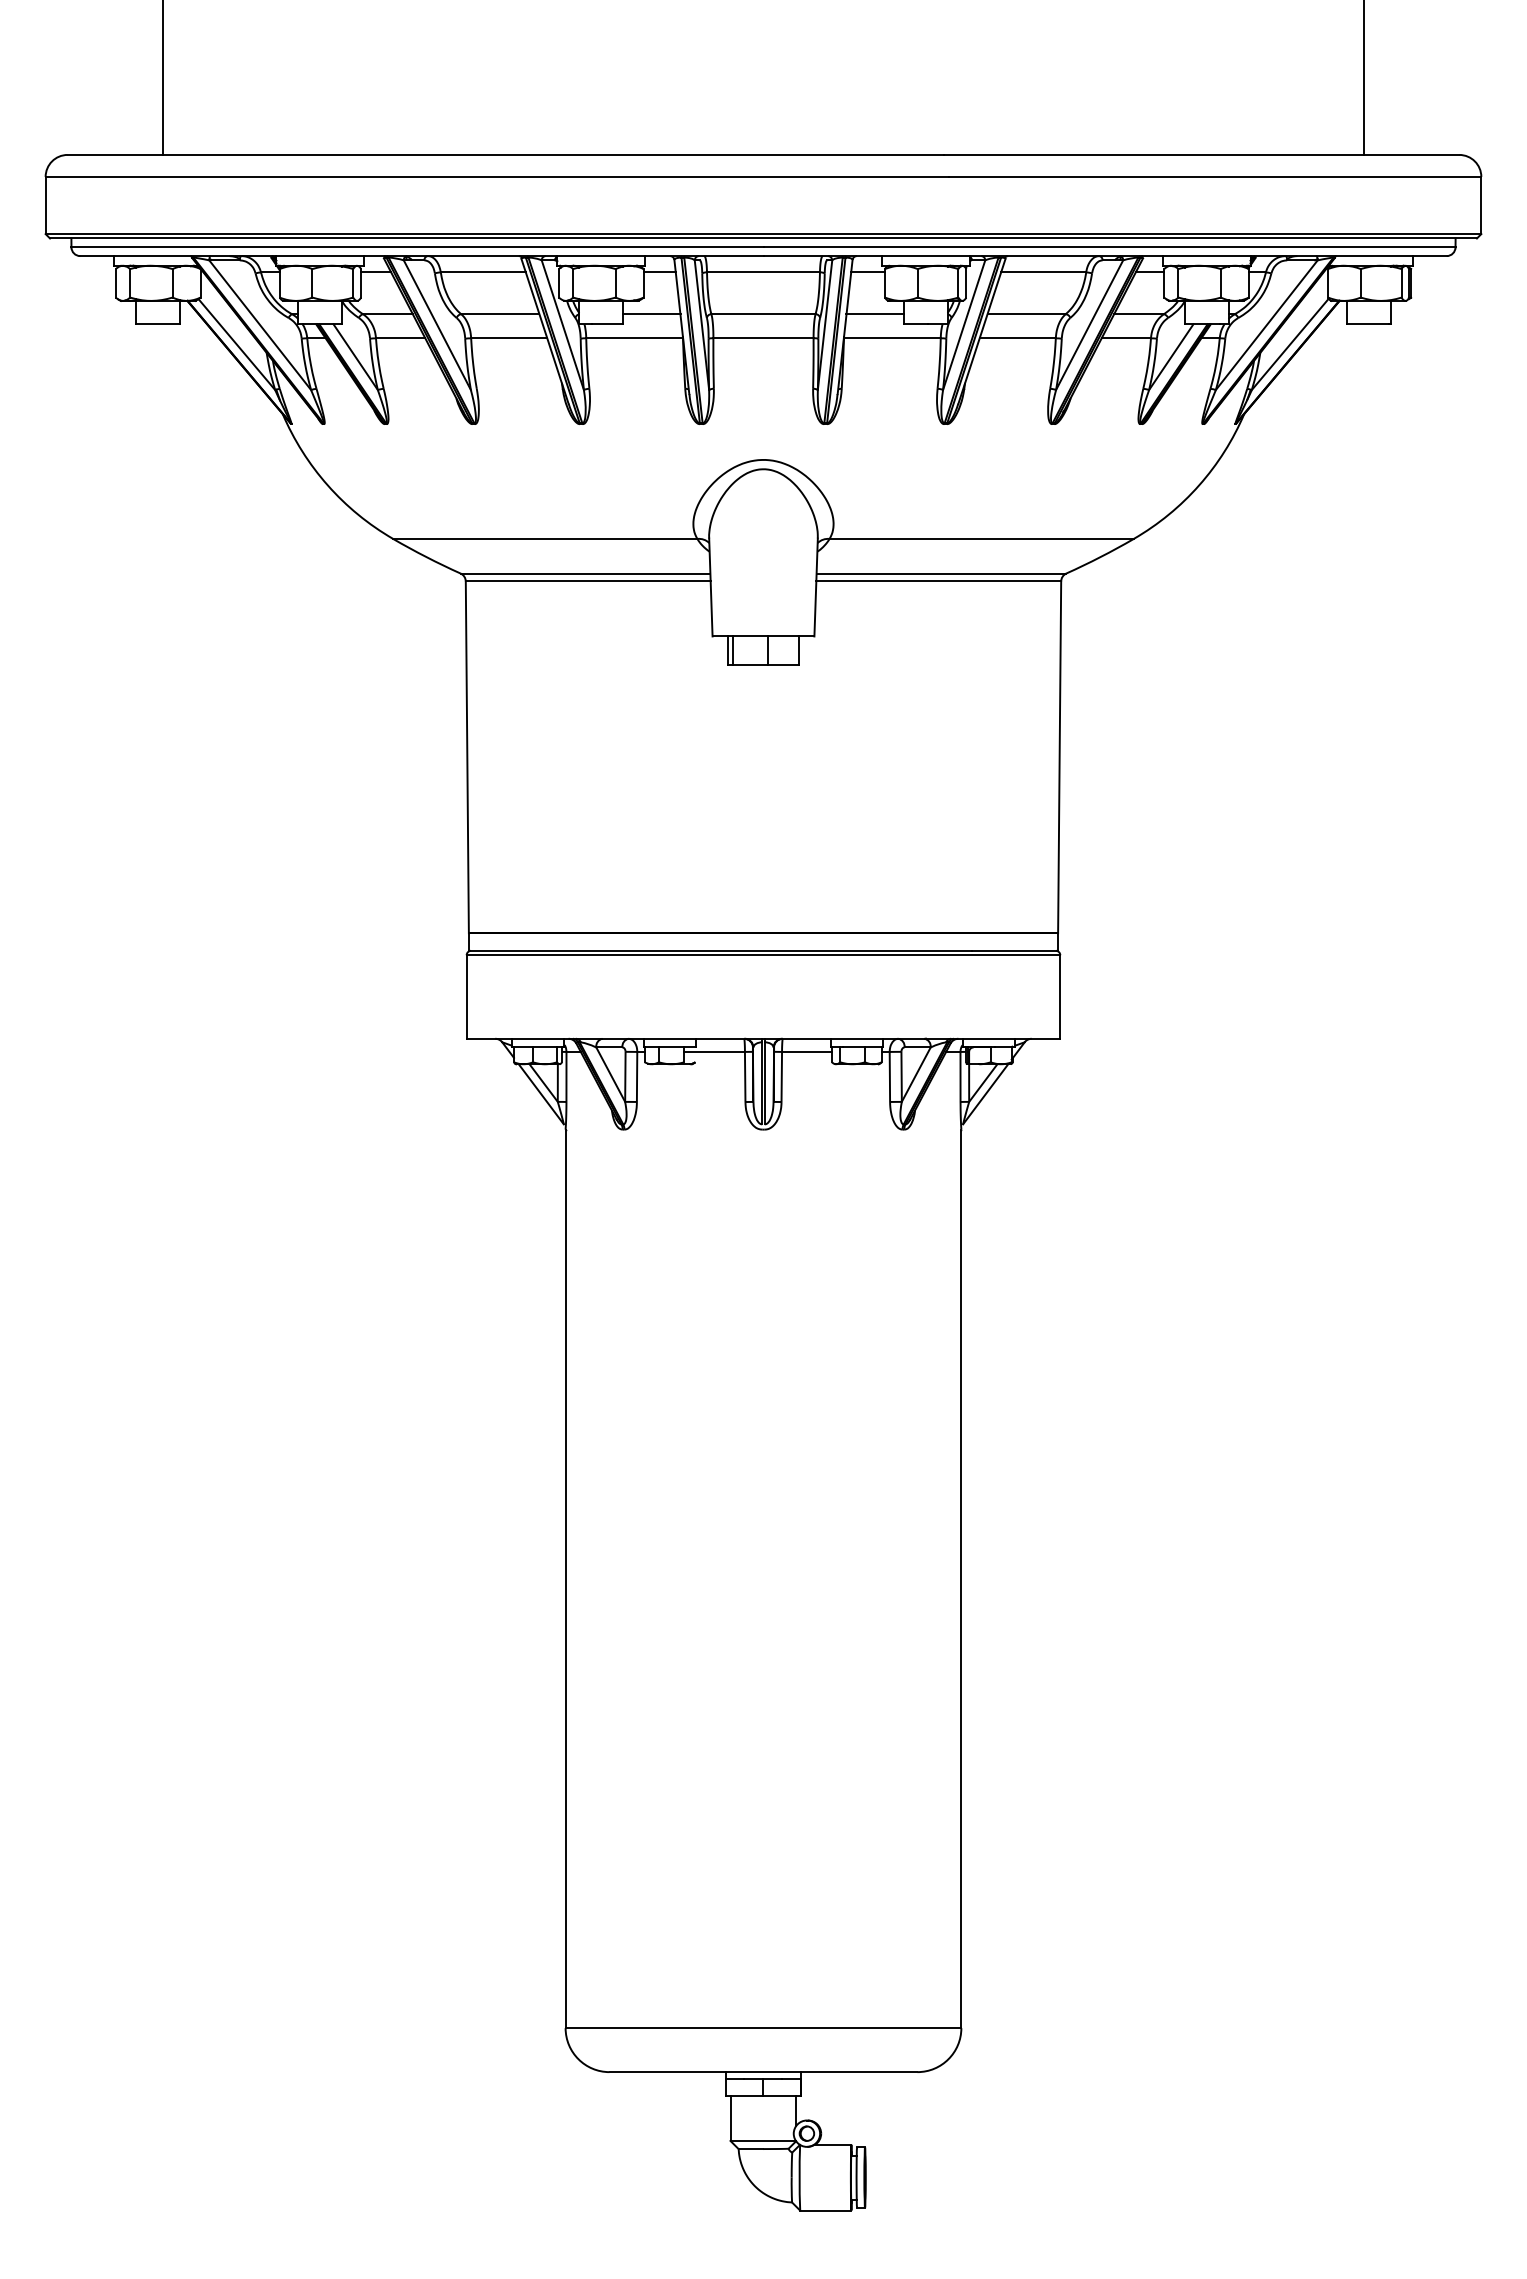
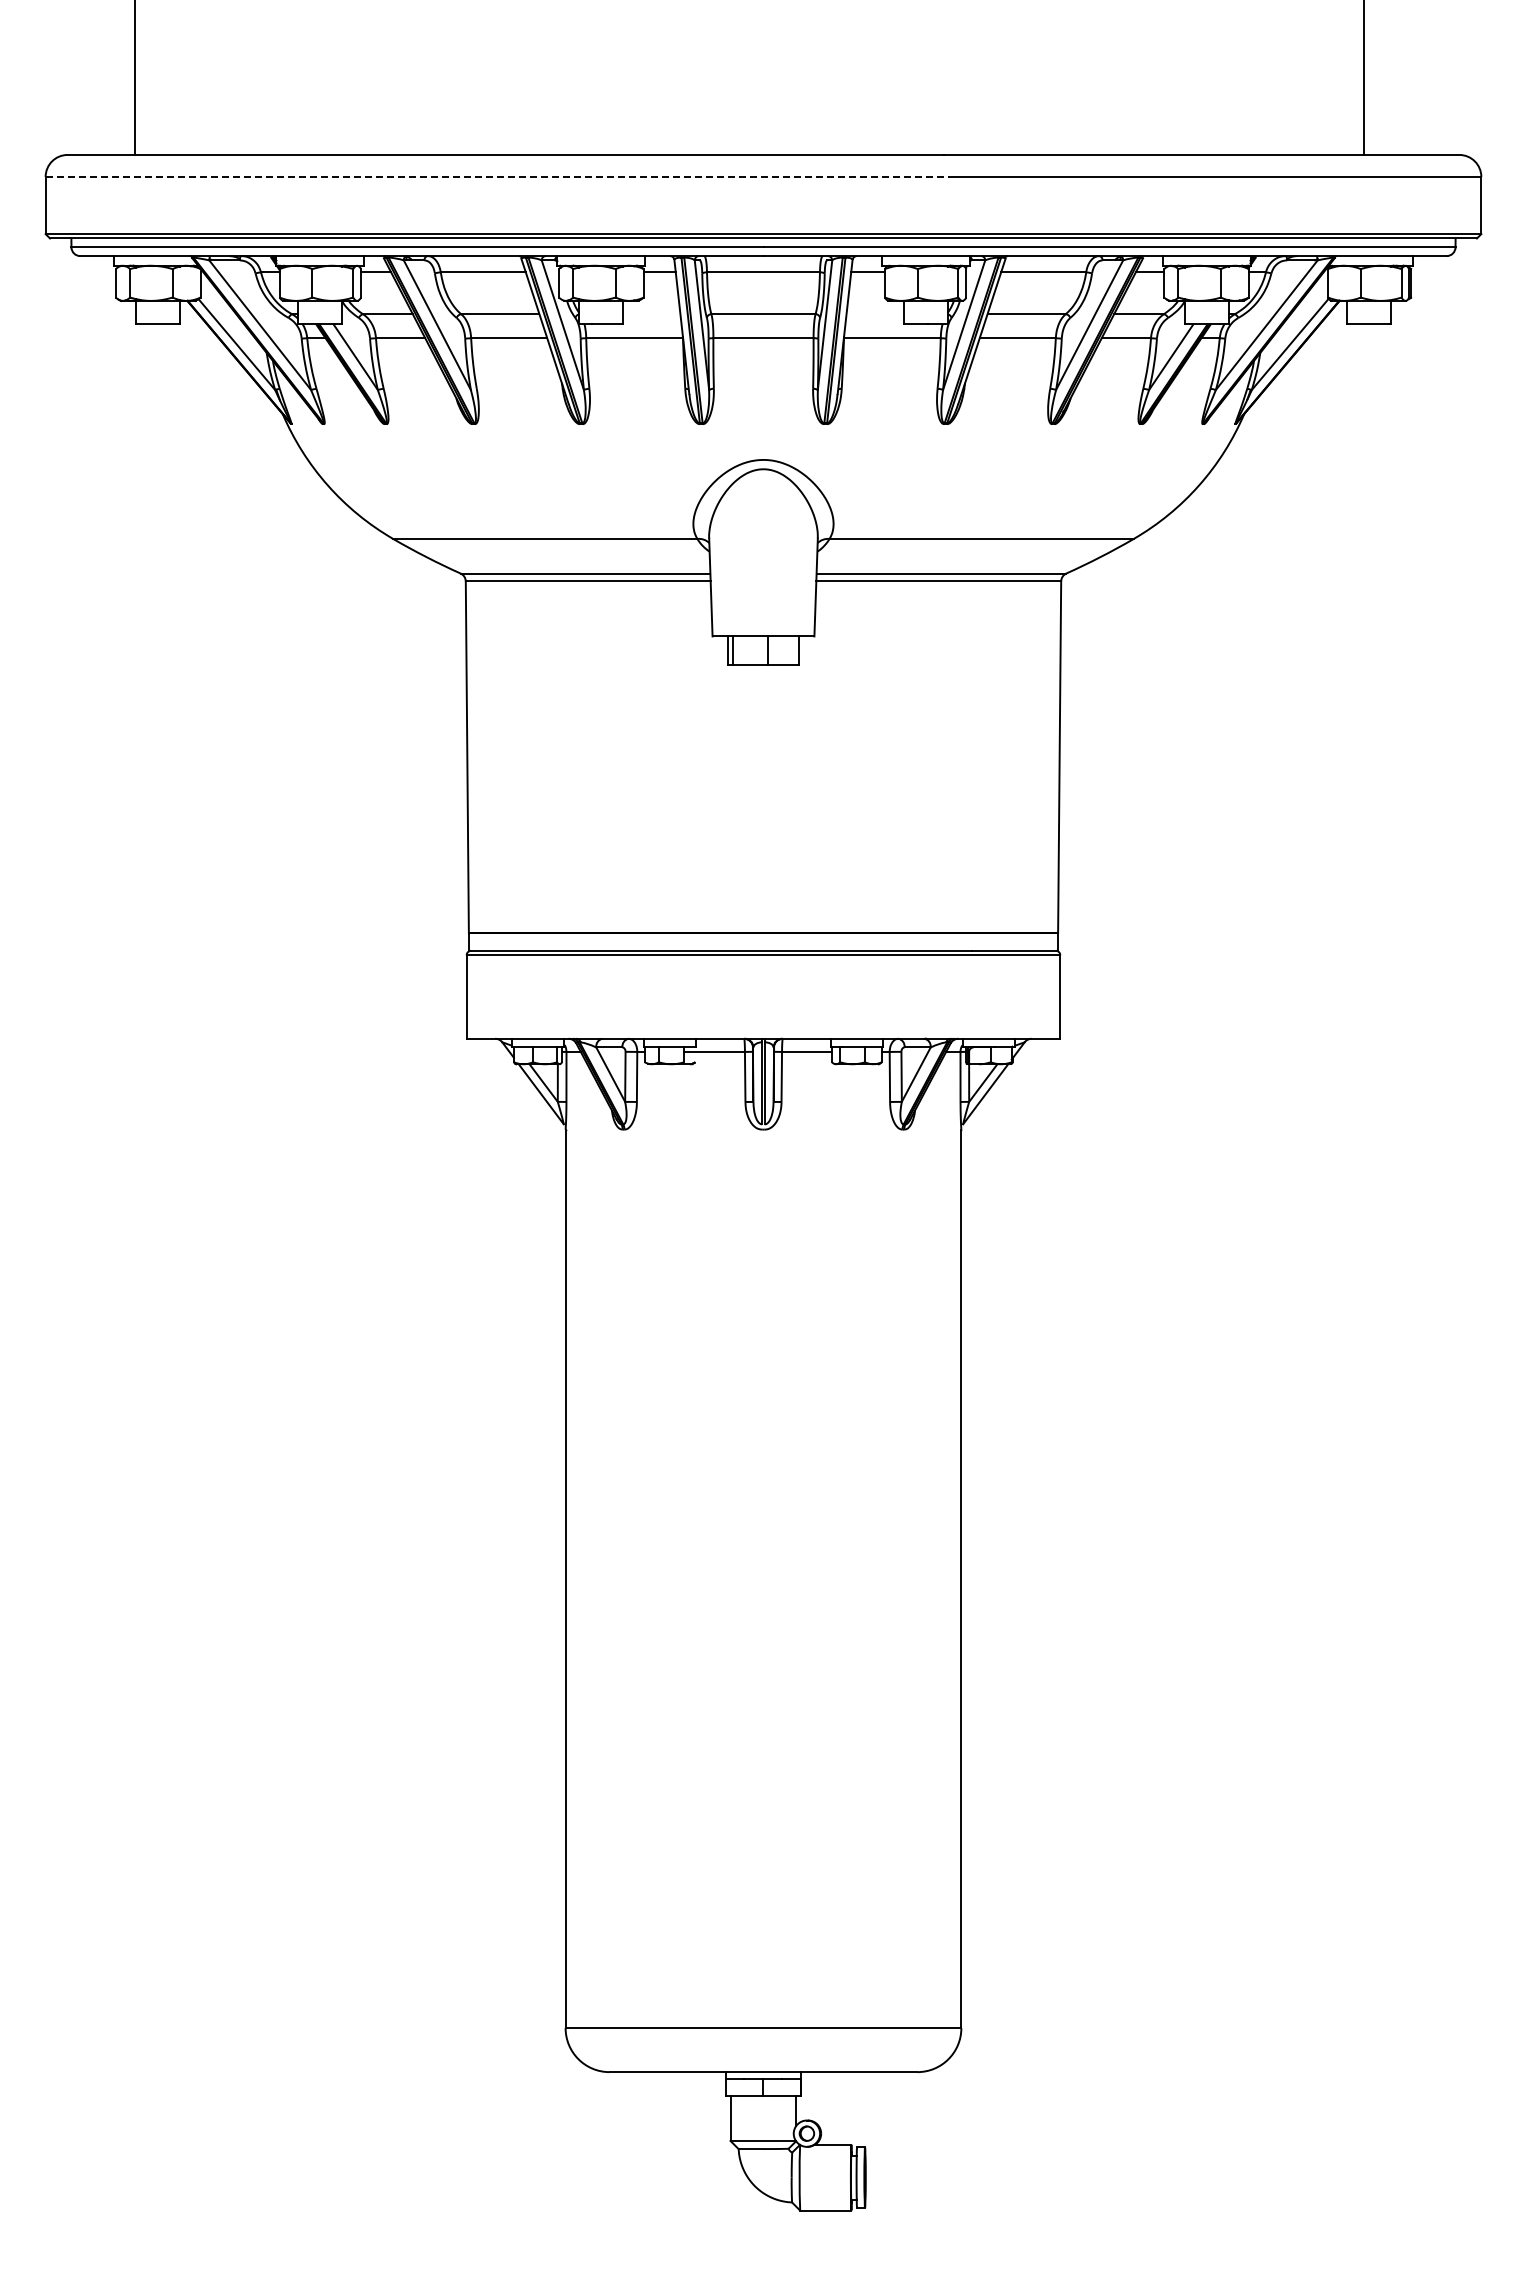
line at (163, 78) position: (163, 78) -> (135, 78)
line at (497, 176): solid -> dashed
line at (651, 314): present -> none
line at (874, 314): present -> none
